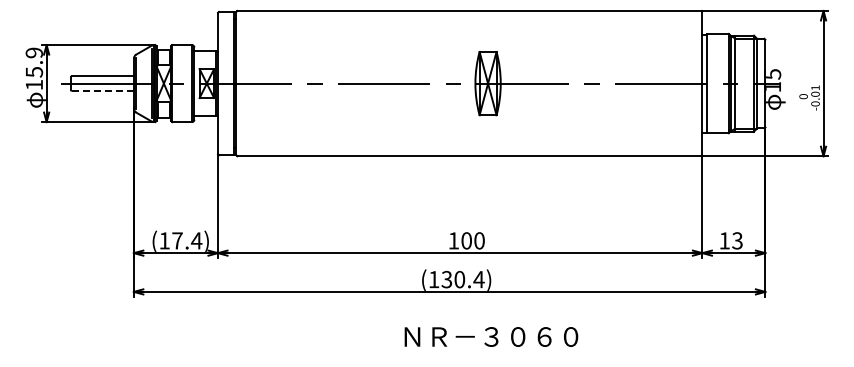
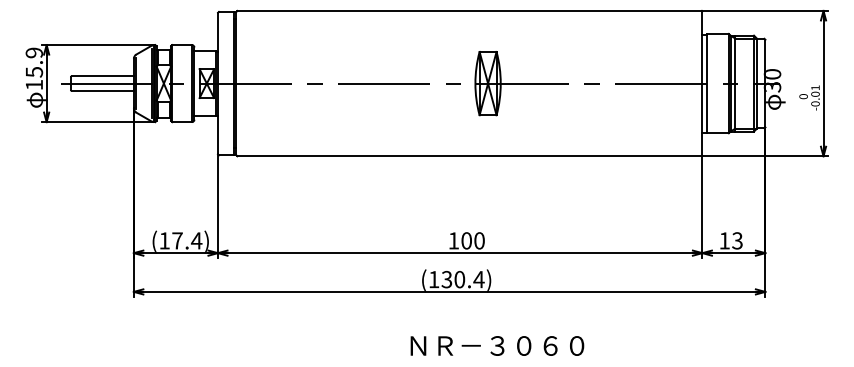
text at (772, 80): 15 -> 30
line at (102, 90): dashed -> solid
text at (491, 336) position: (491, 336) -> (497, 345)
